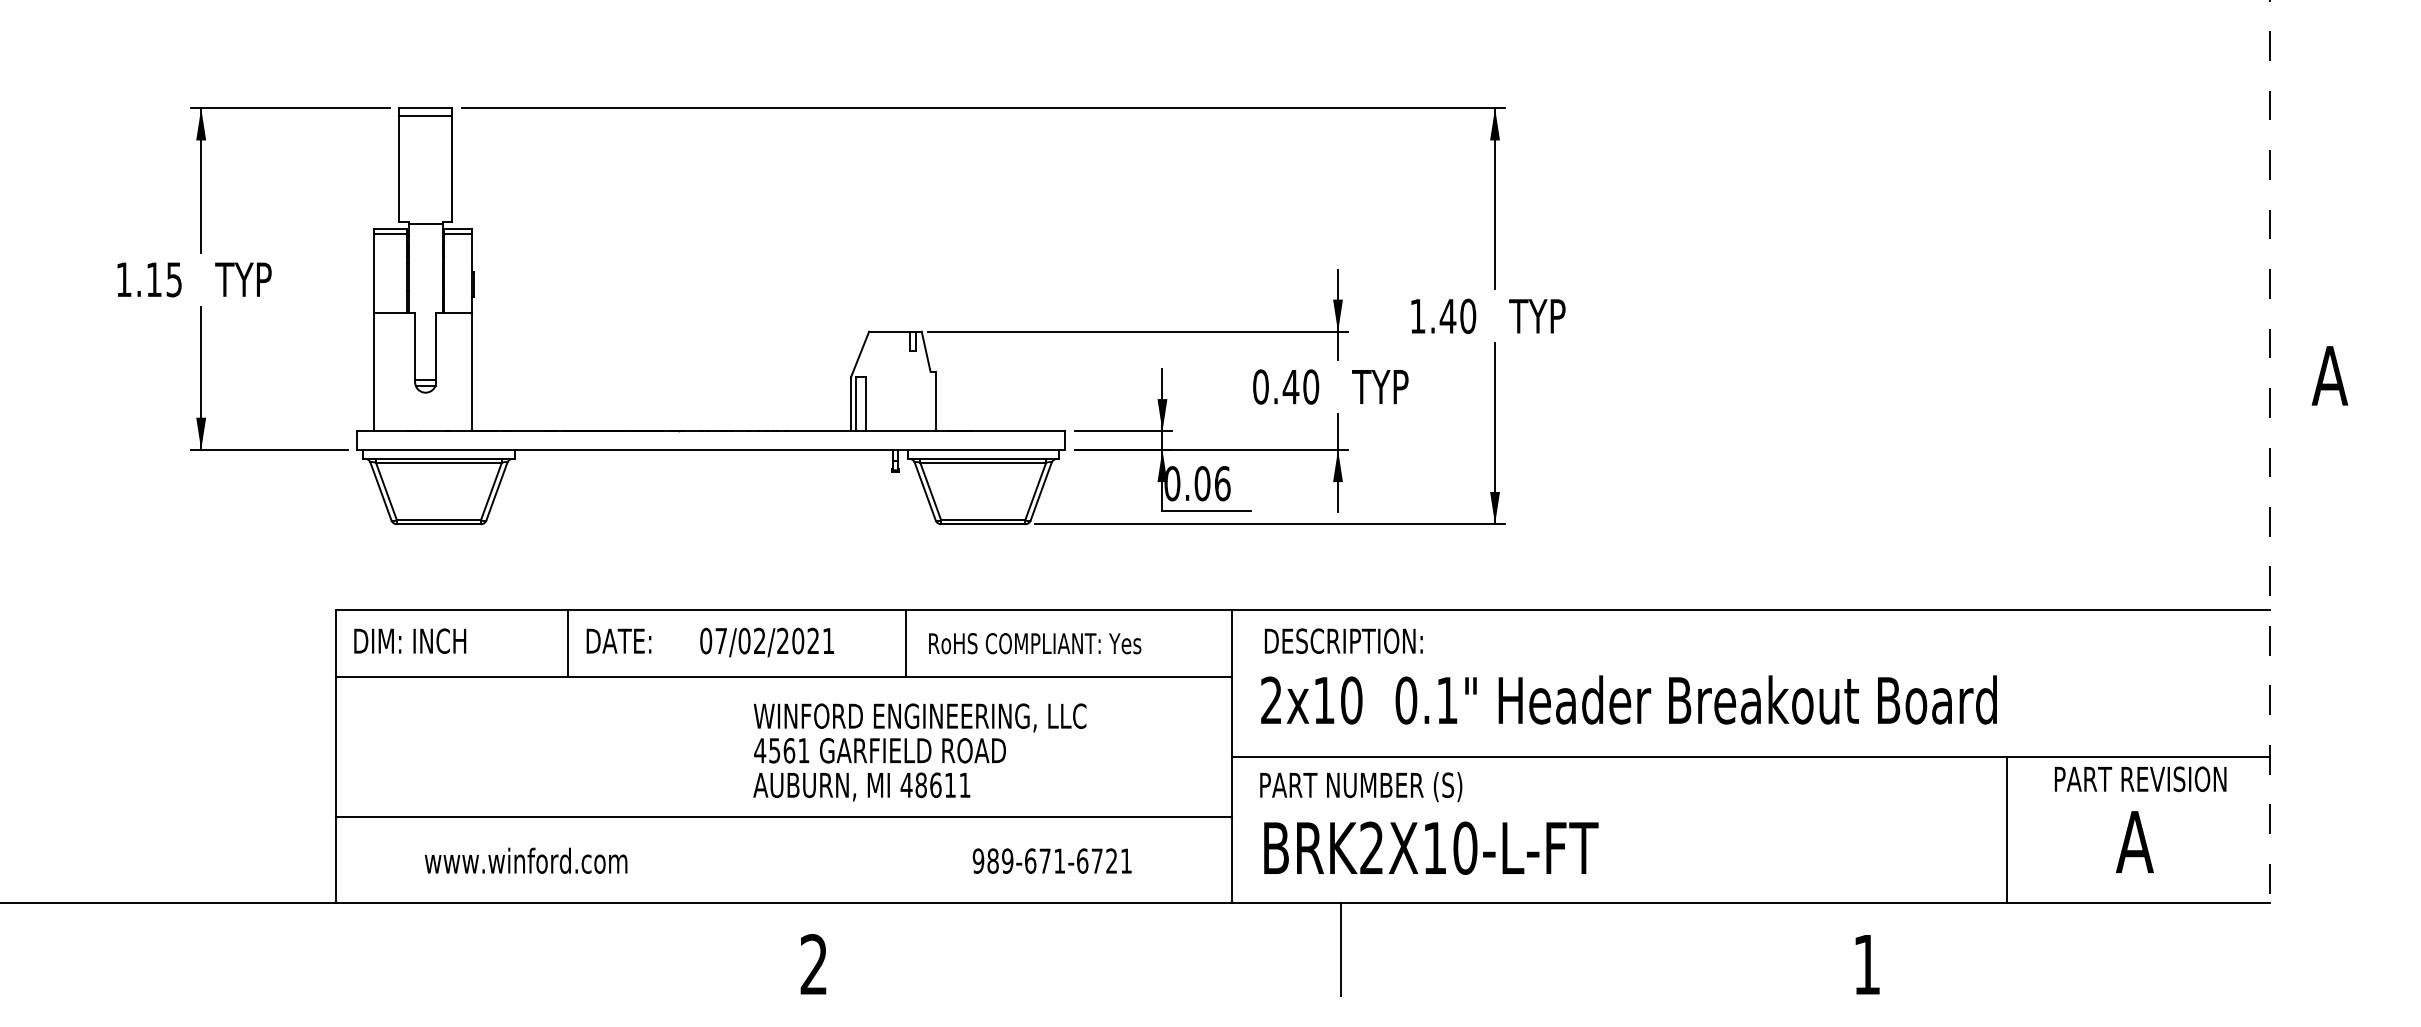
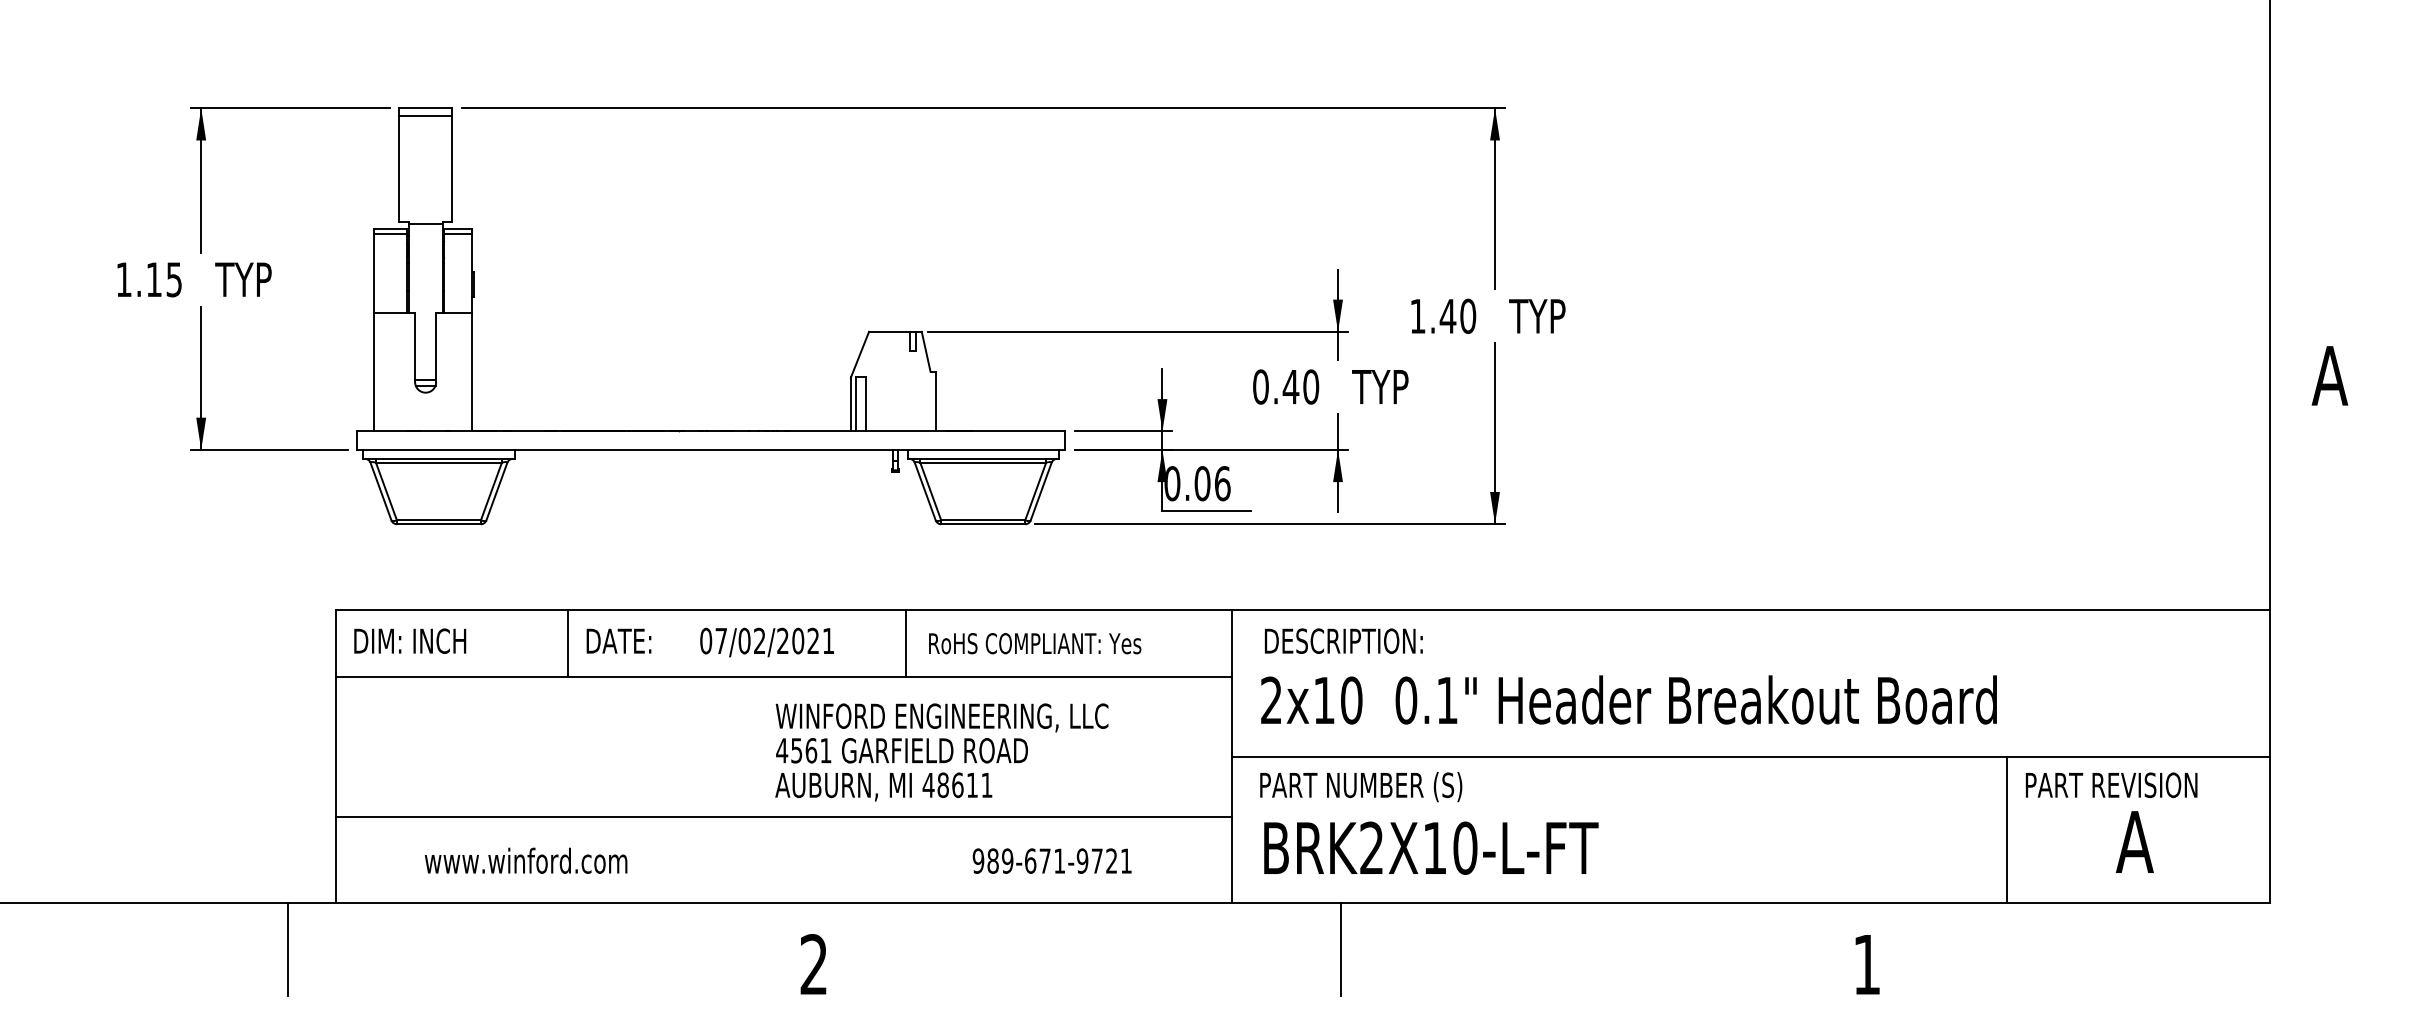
line at (2270, 452): dashed -> solid
text at (919, 752) position: (919, 752) -> (941, 752)
text at (2140, 779) position: (2140, 779) -> (2111, 785)
text at (1082, 860): 989-671-6721 -> 989-671-9721
line at (288, 949): none -> present
